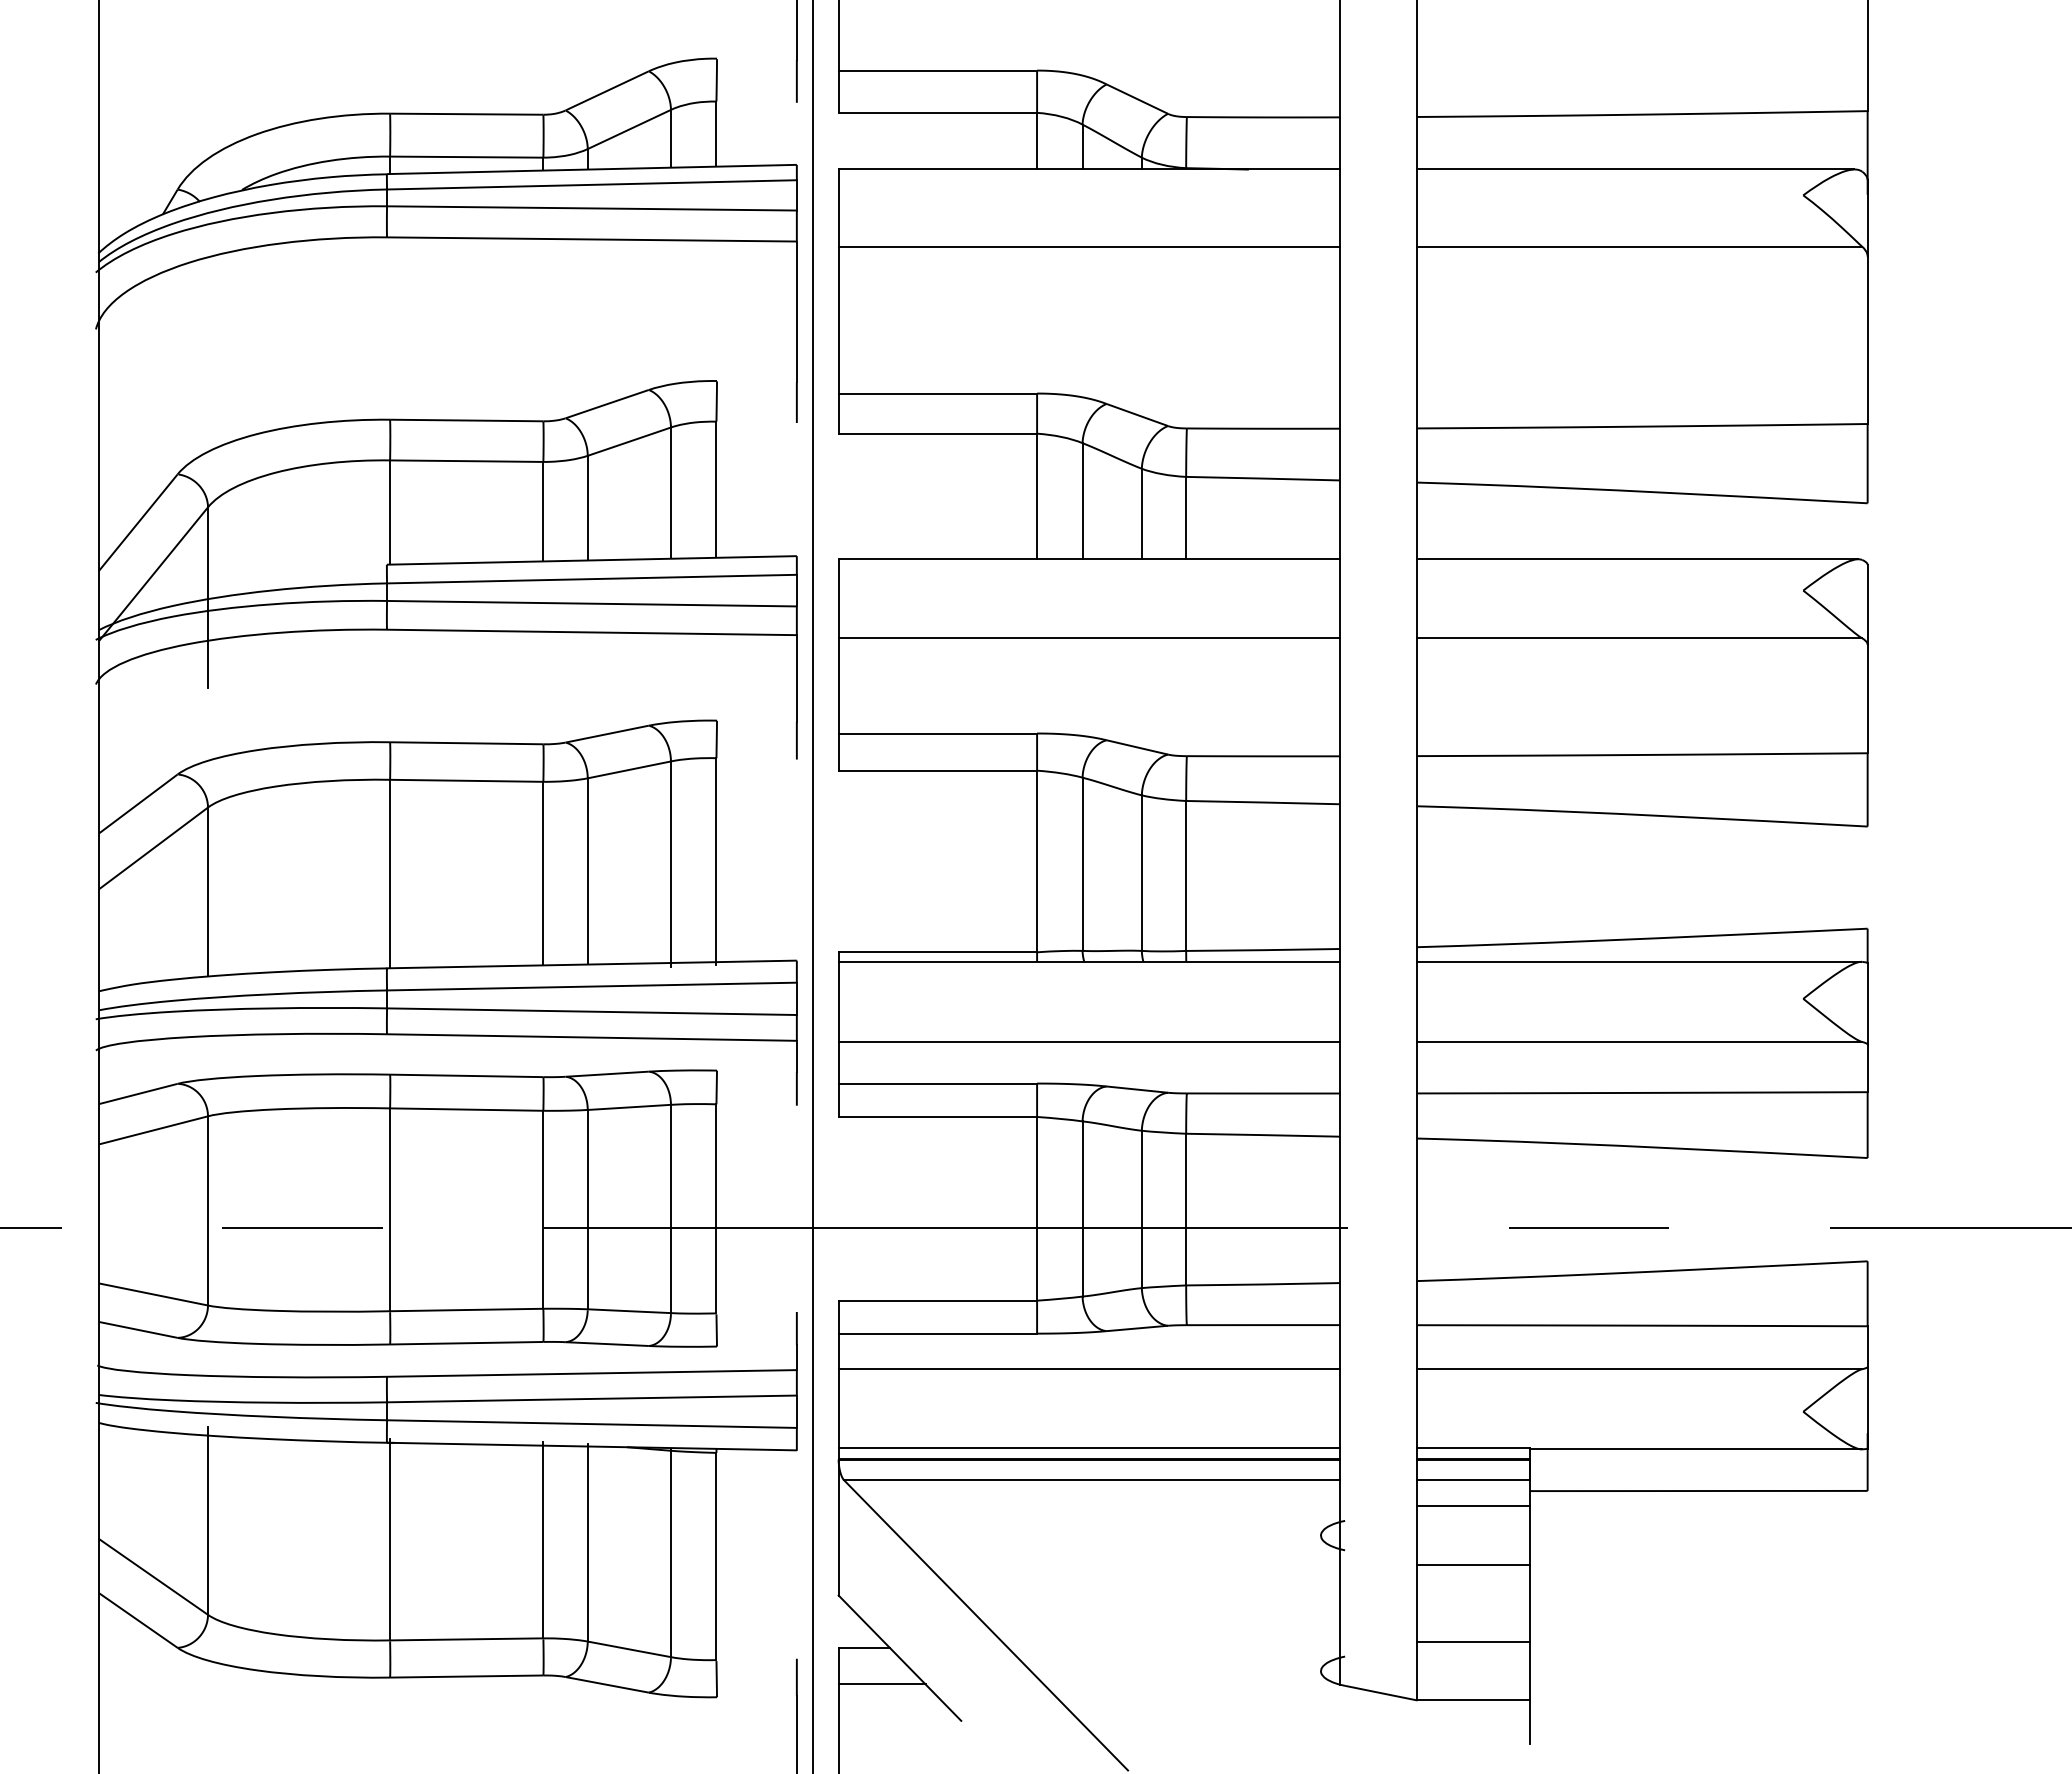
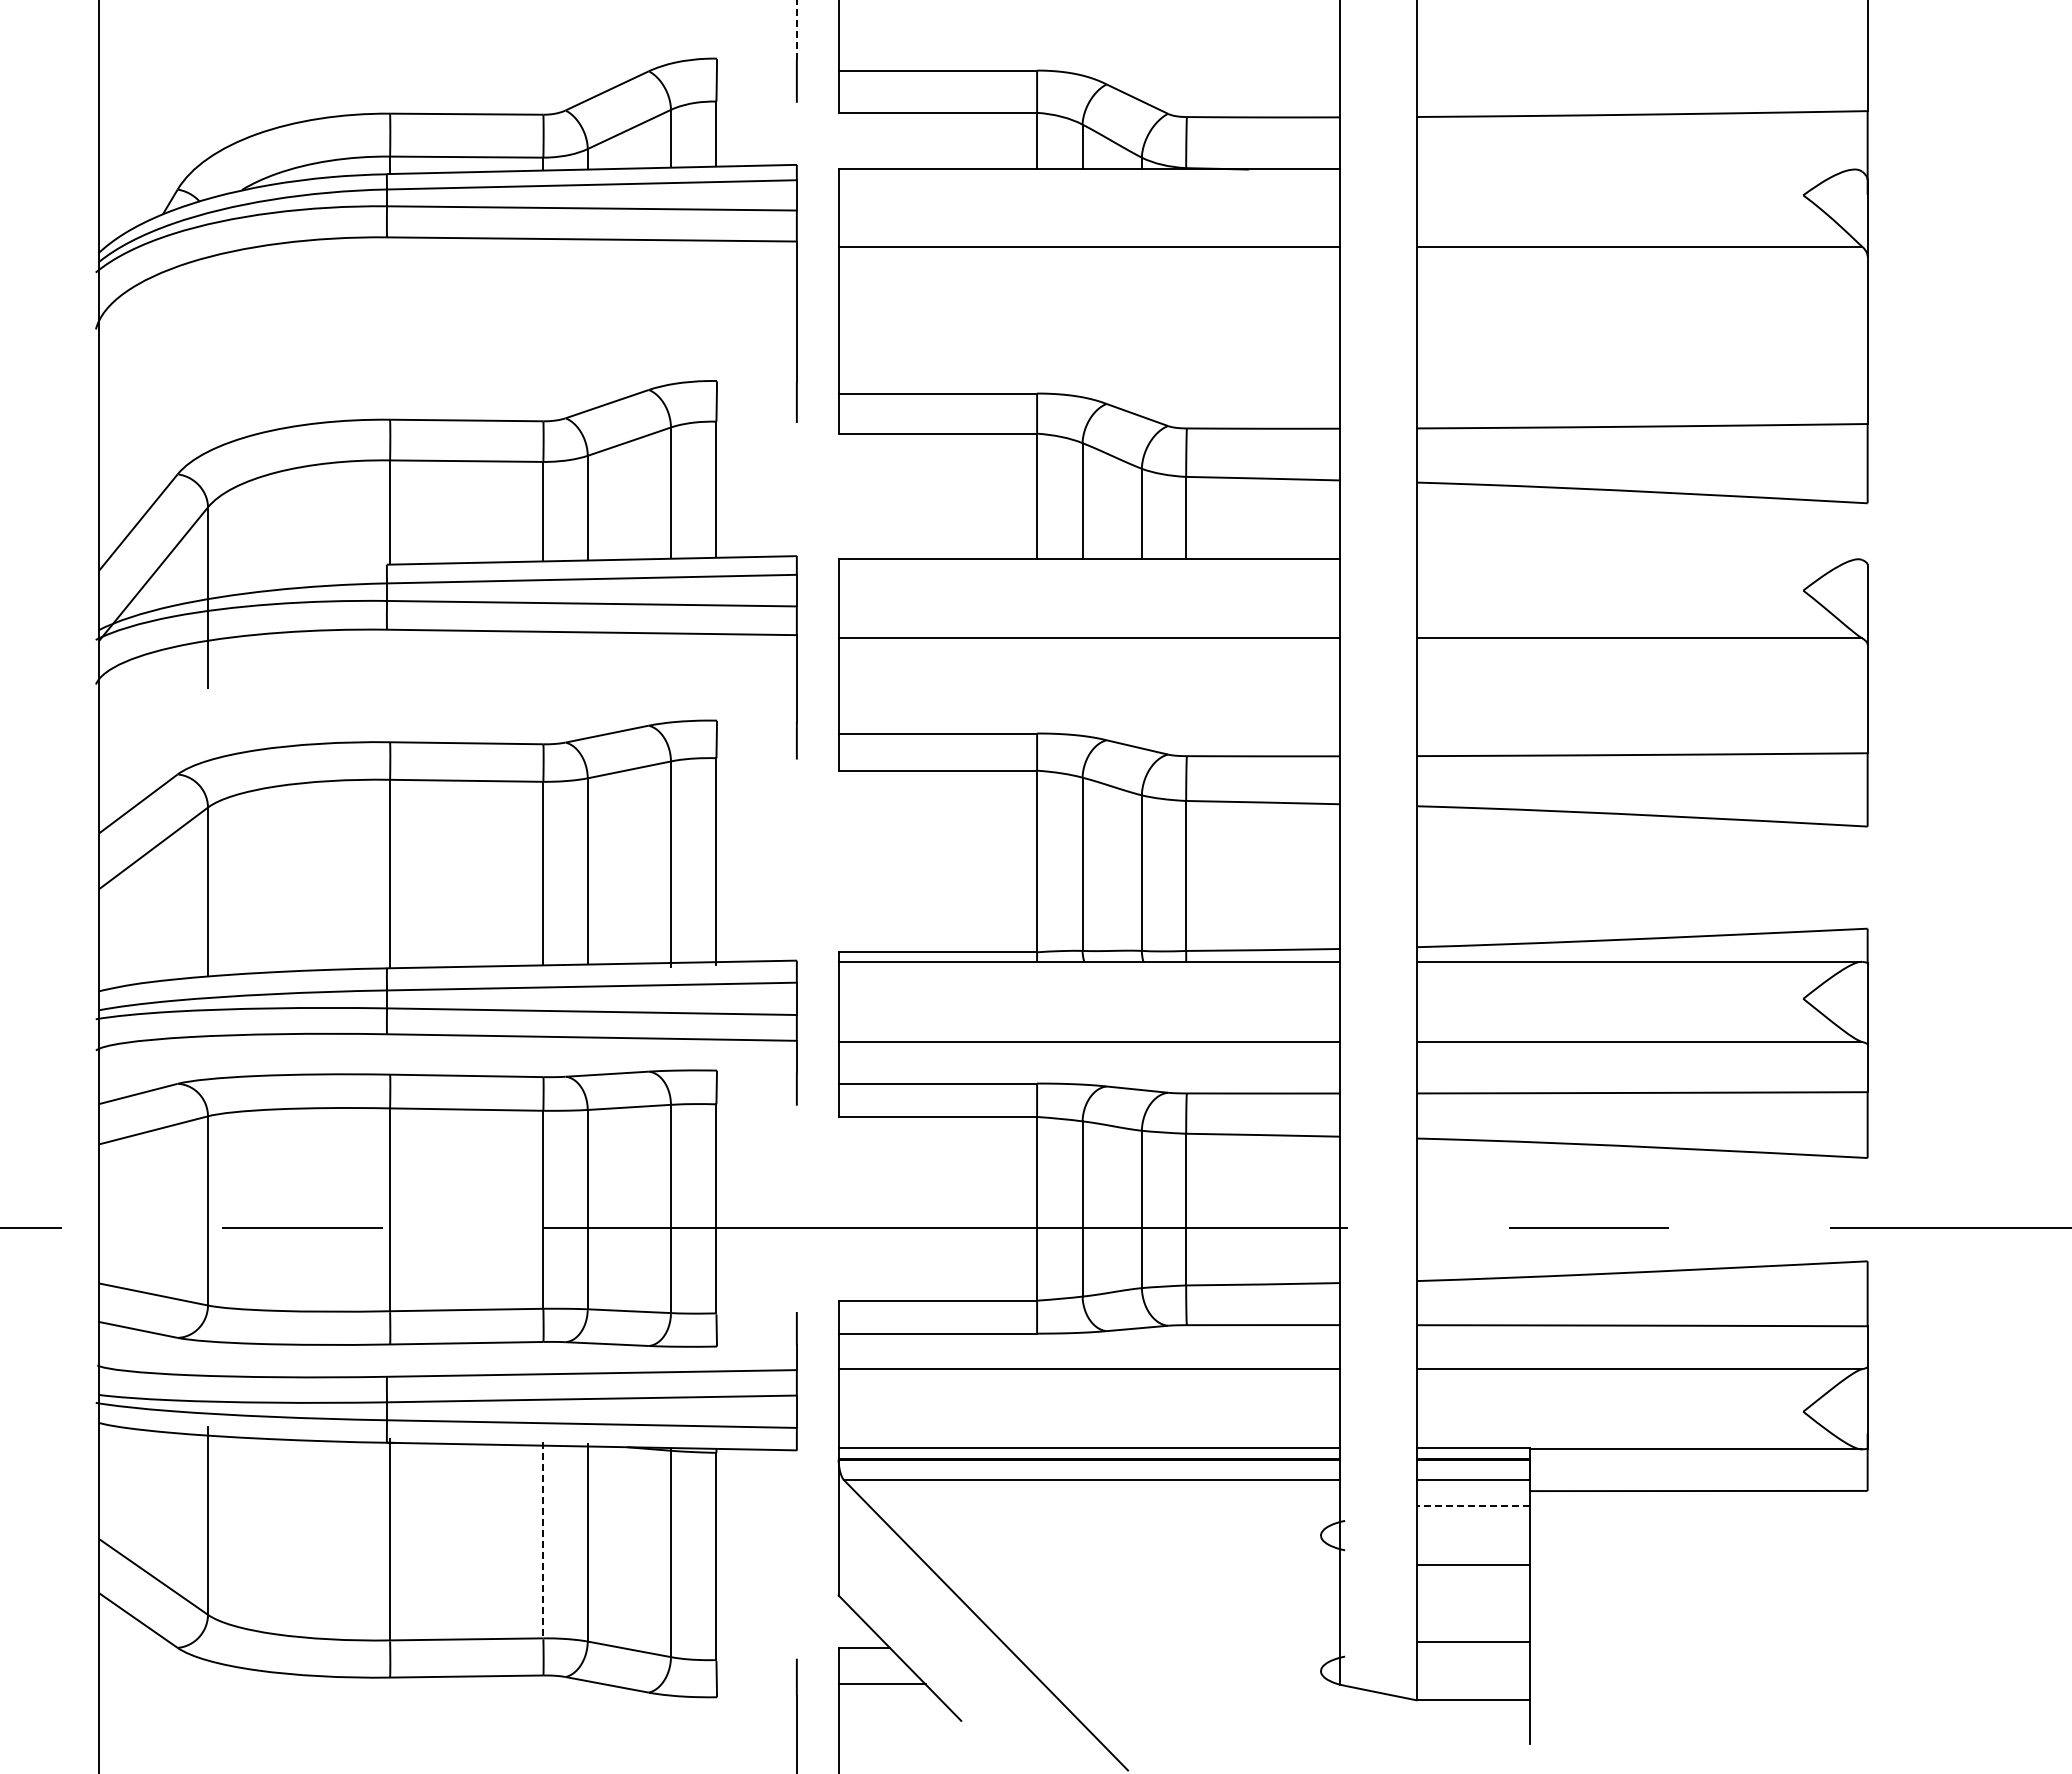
line at (796, 29): solid -> dashed
line at (1635, 169): present -> none
line at (1637, 559): present -> none
line at (812, 886): present -> none
line at (1473, 1506): solid -> dashed
line at (543, 1540): solid -> dashed
